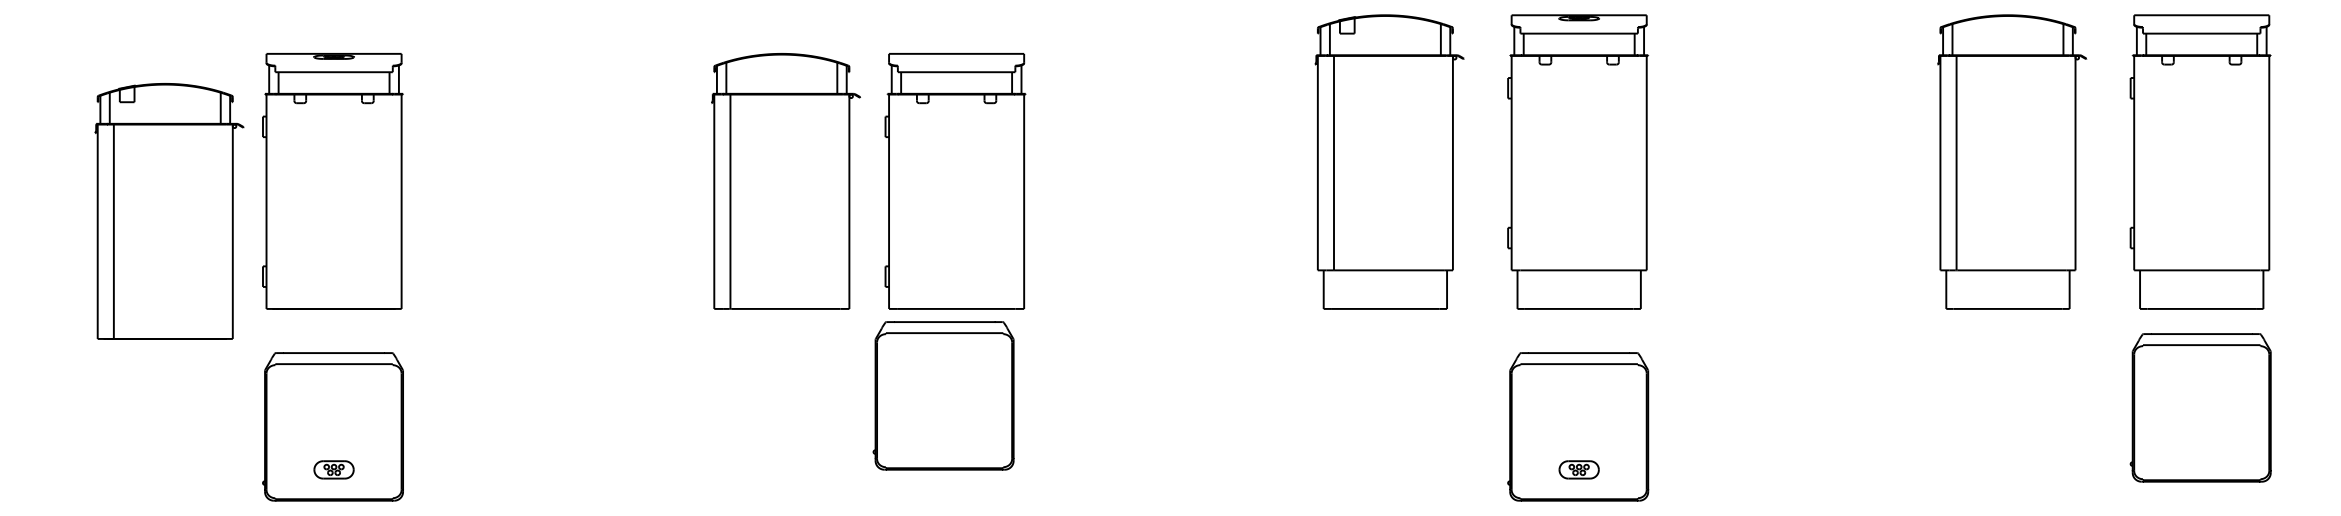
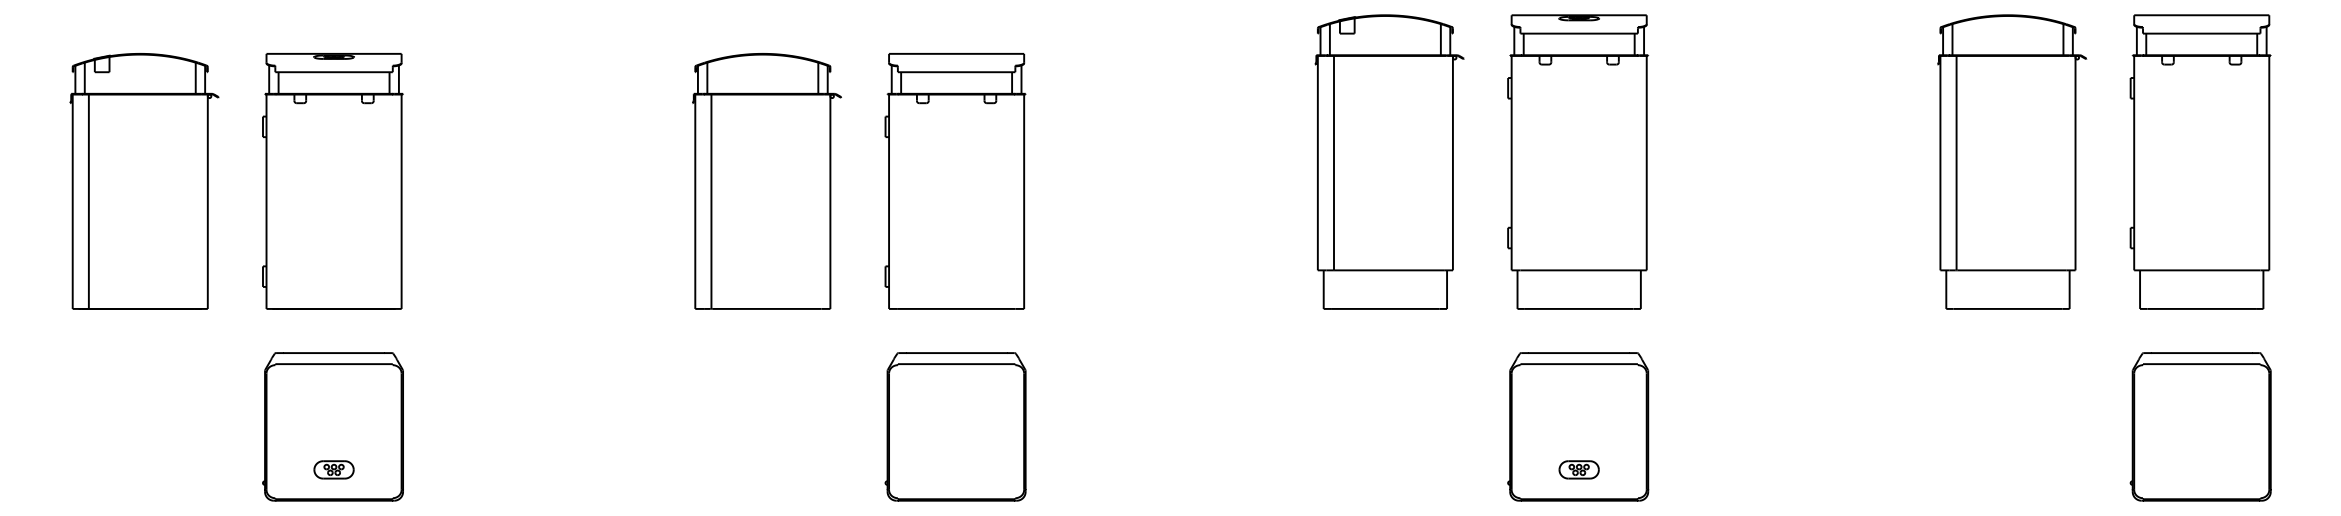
part at (785, 181) position: (785, 181) -> (766, 181)
part at (169, 211) position: (169, 211) -> (144, 181)
part at (943, 395) position: (943, 395) -> (955, 426)
part at (2200, 407) position: (2200, 407) -> (2200, 426)
